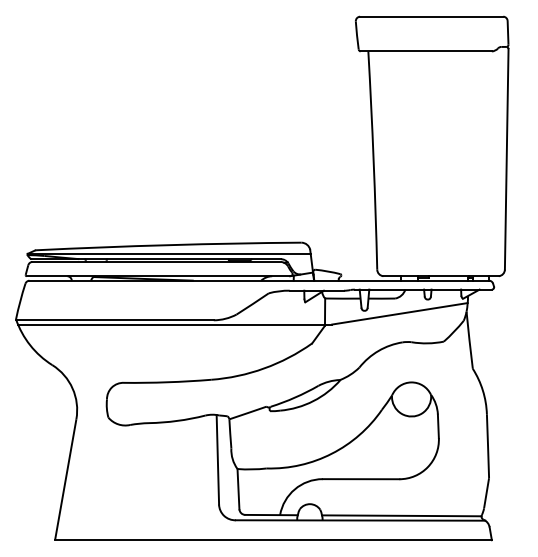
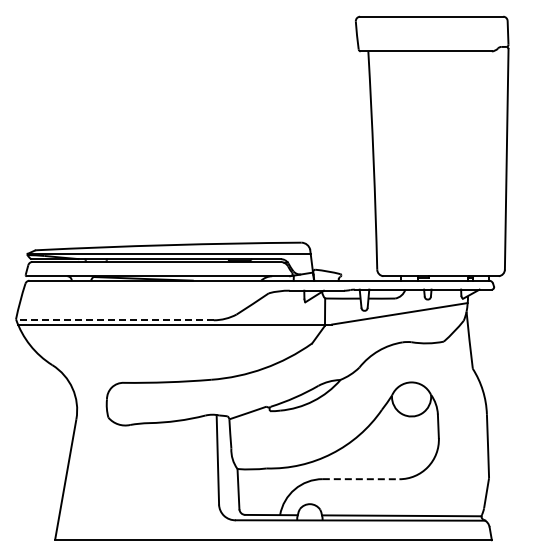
line at (115, 320): solid -> dashed
line at (361, 479): solid -> dashed
